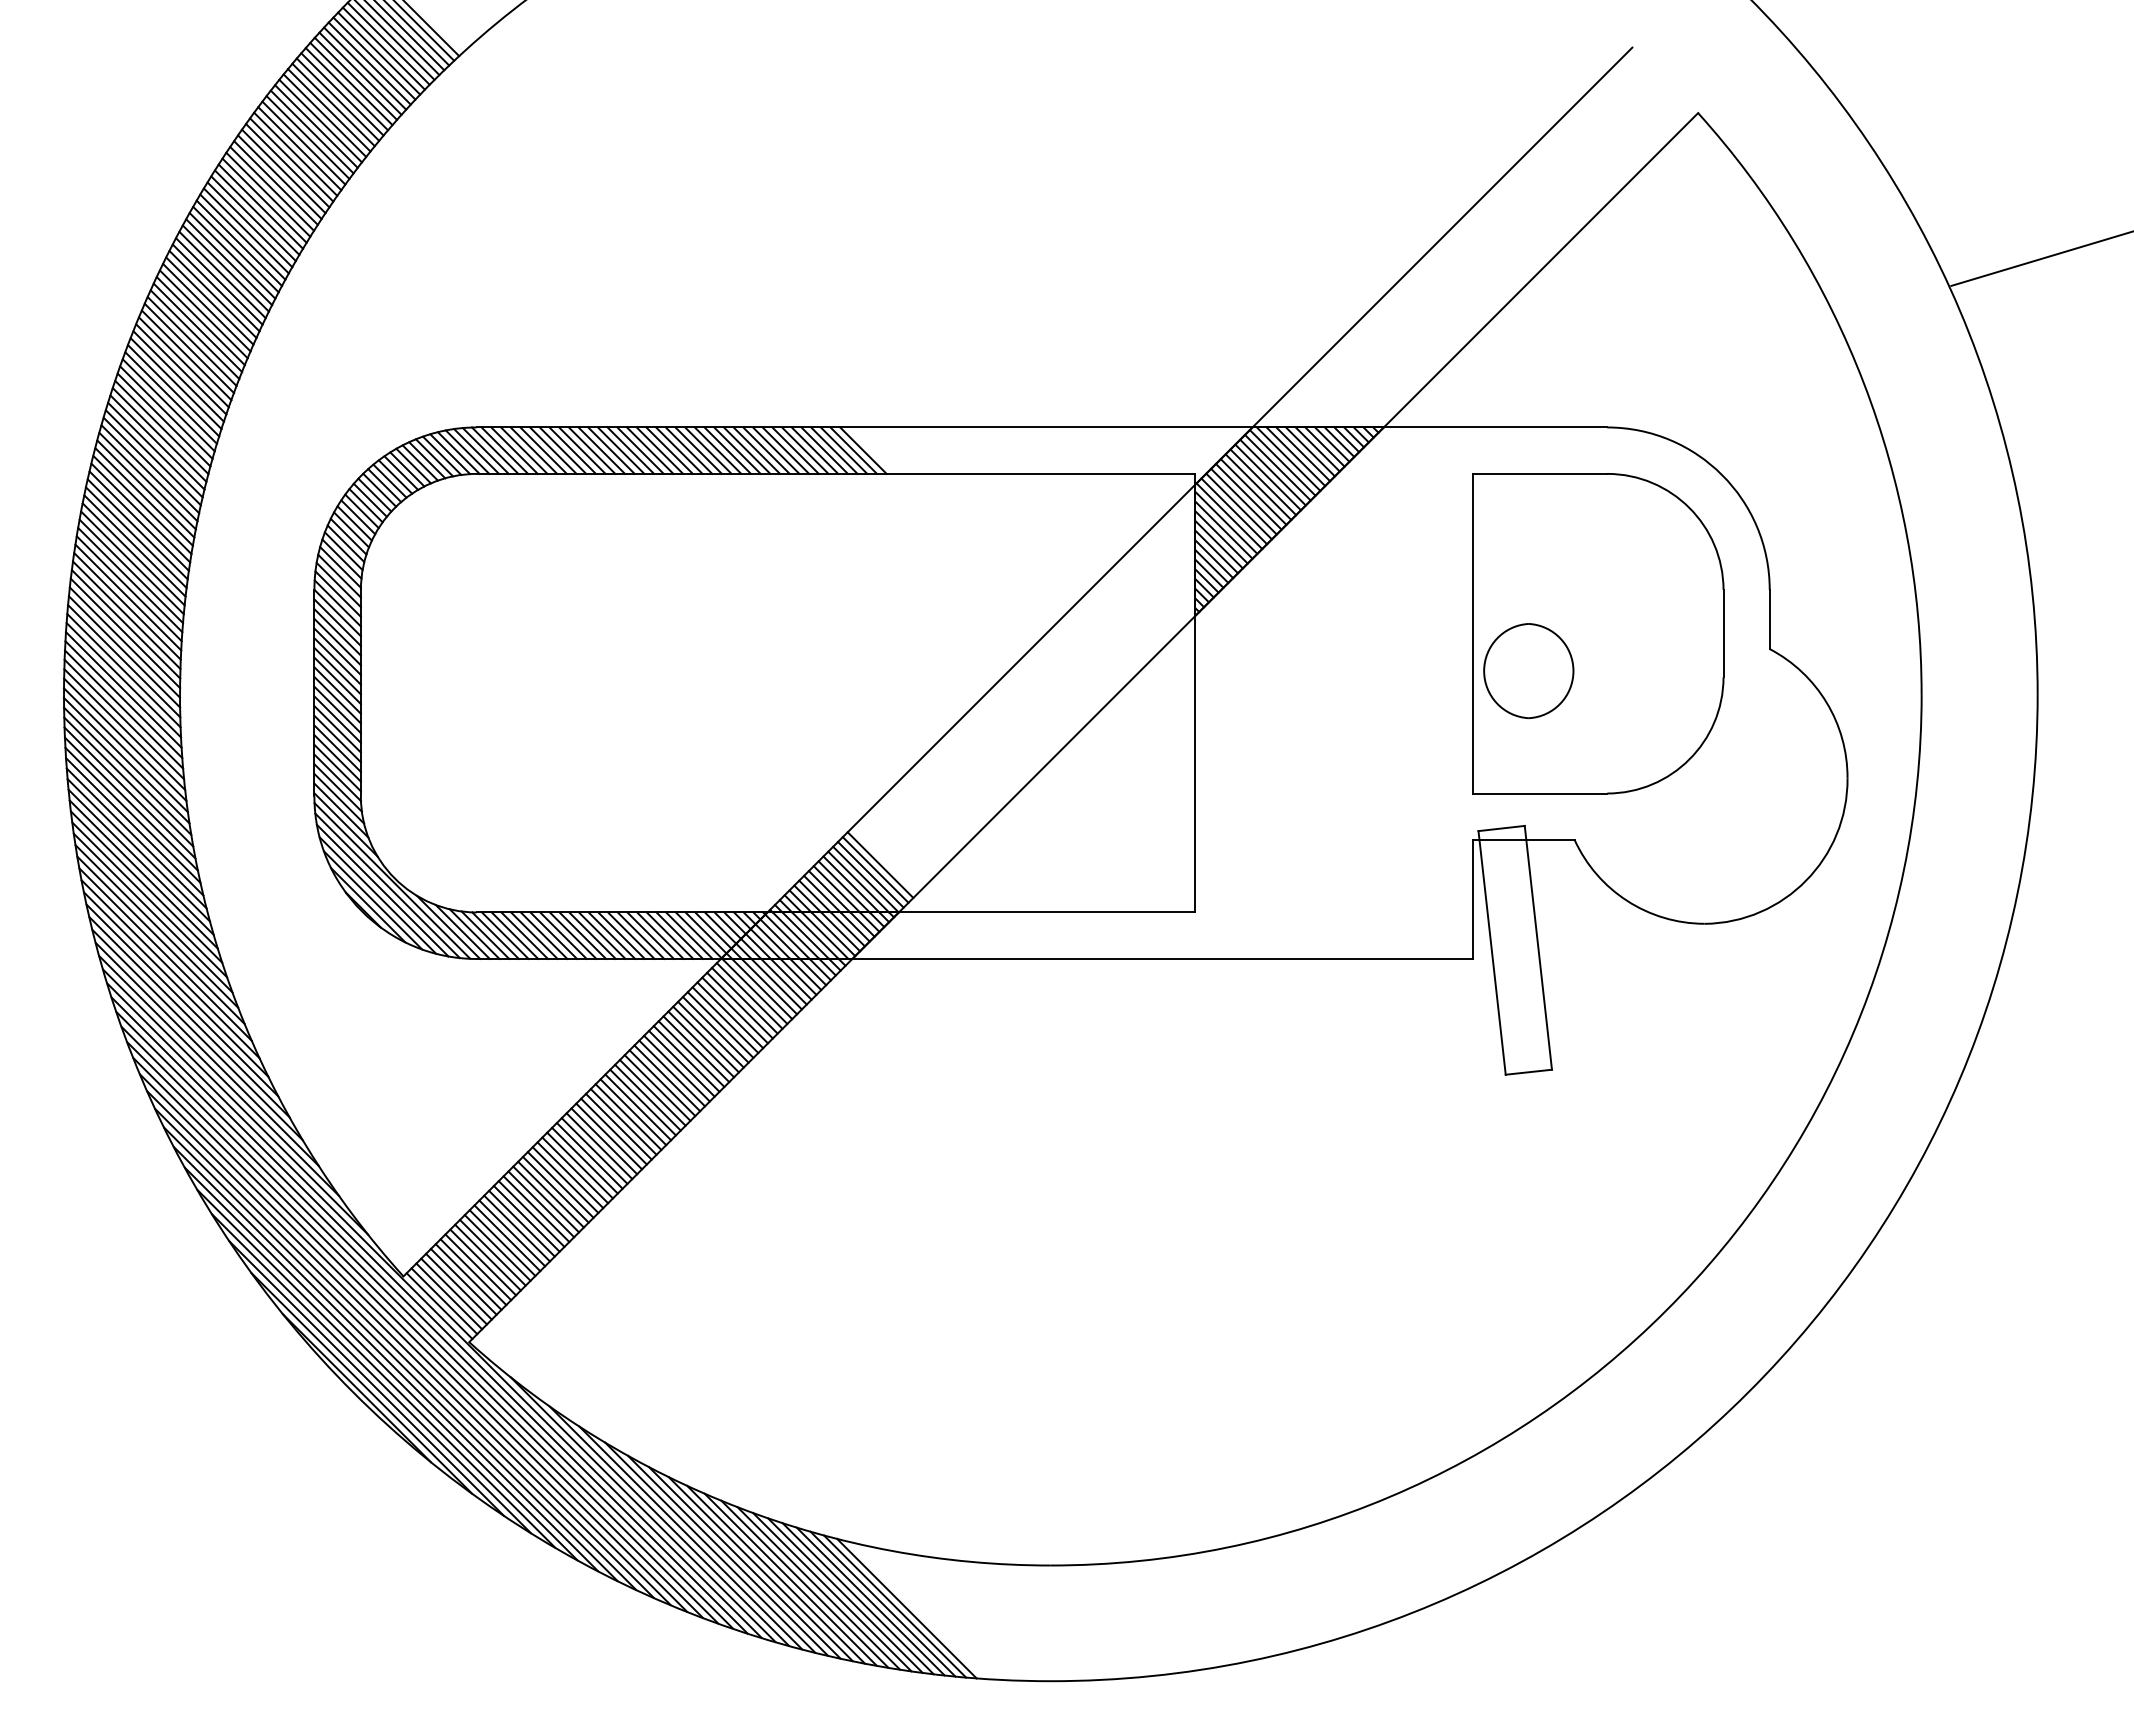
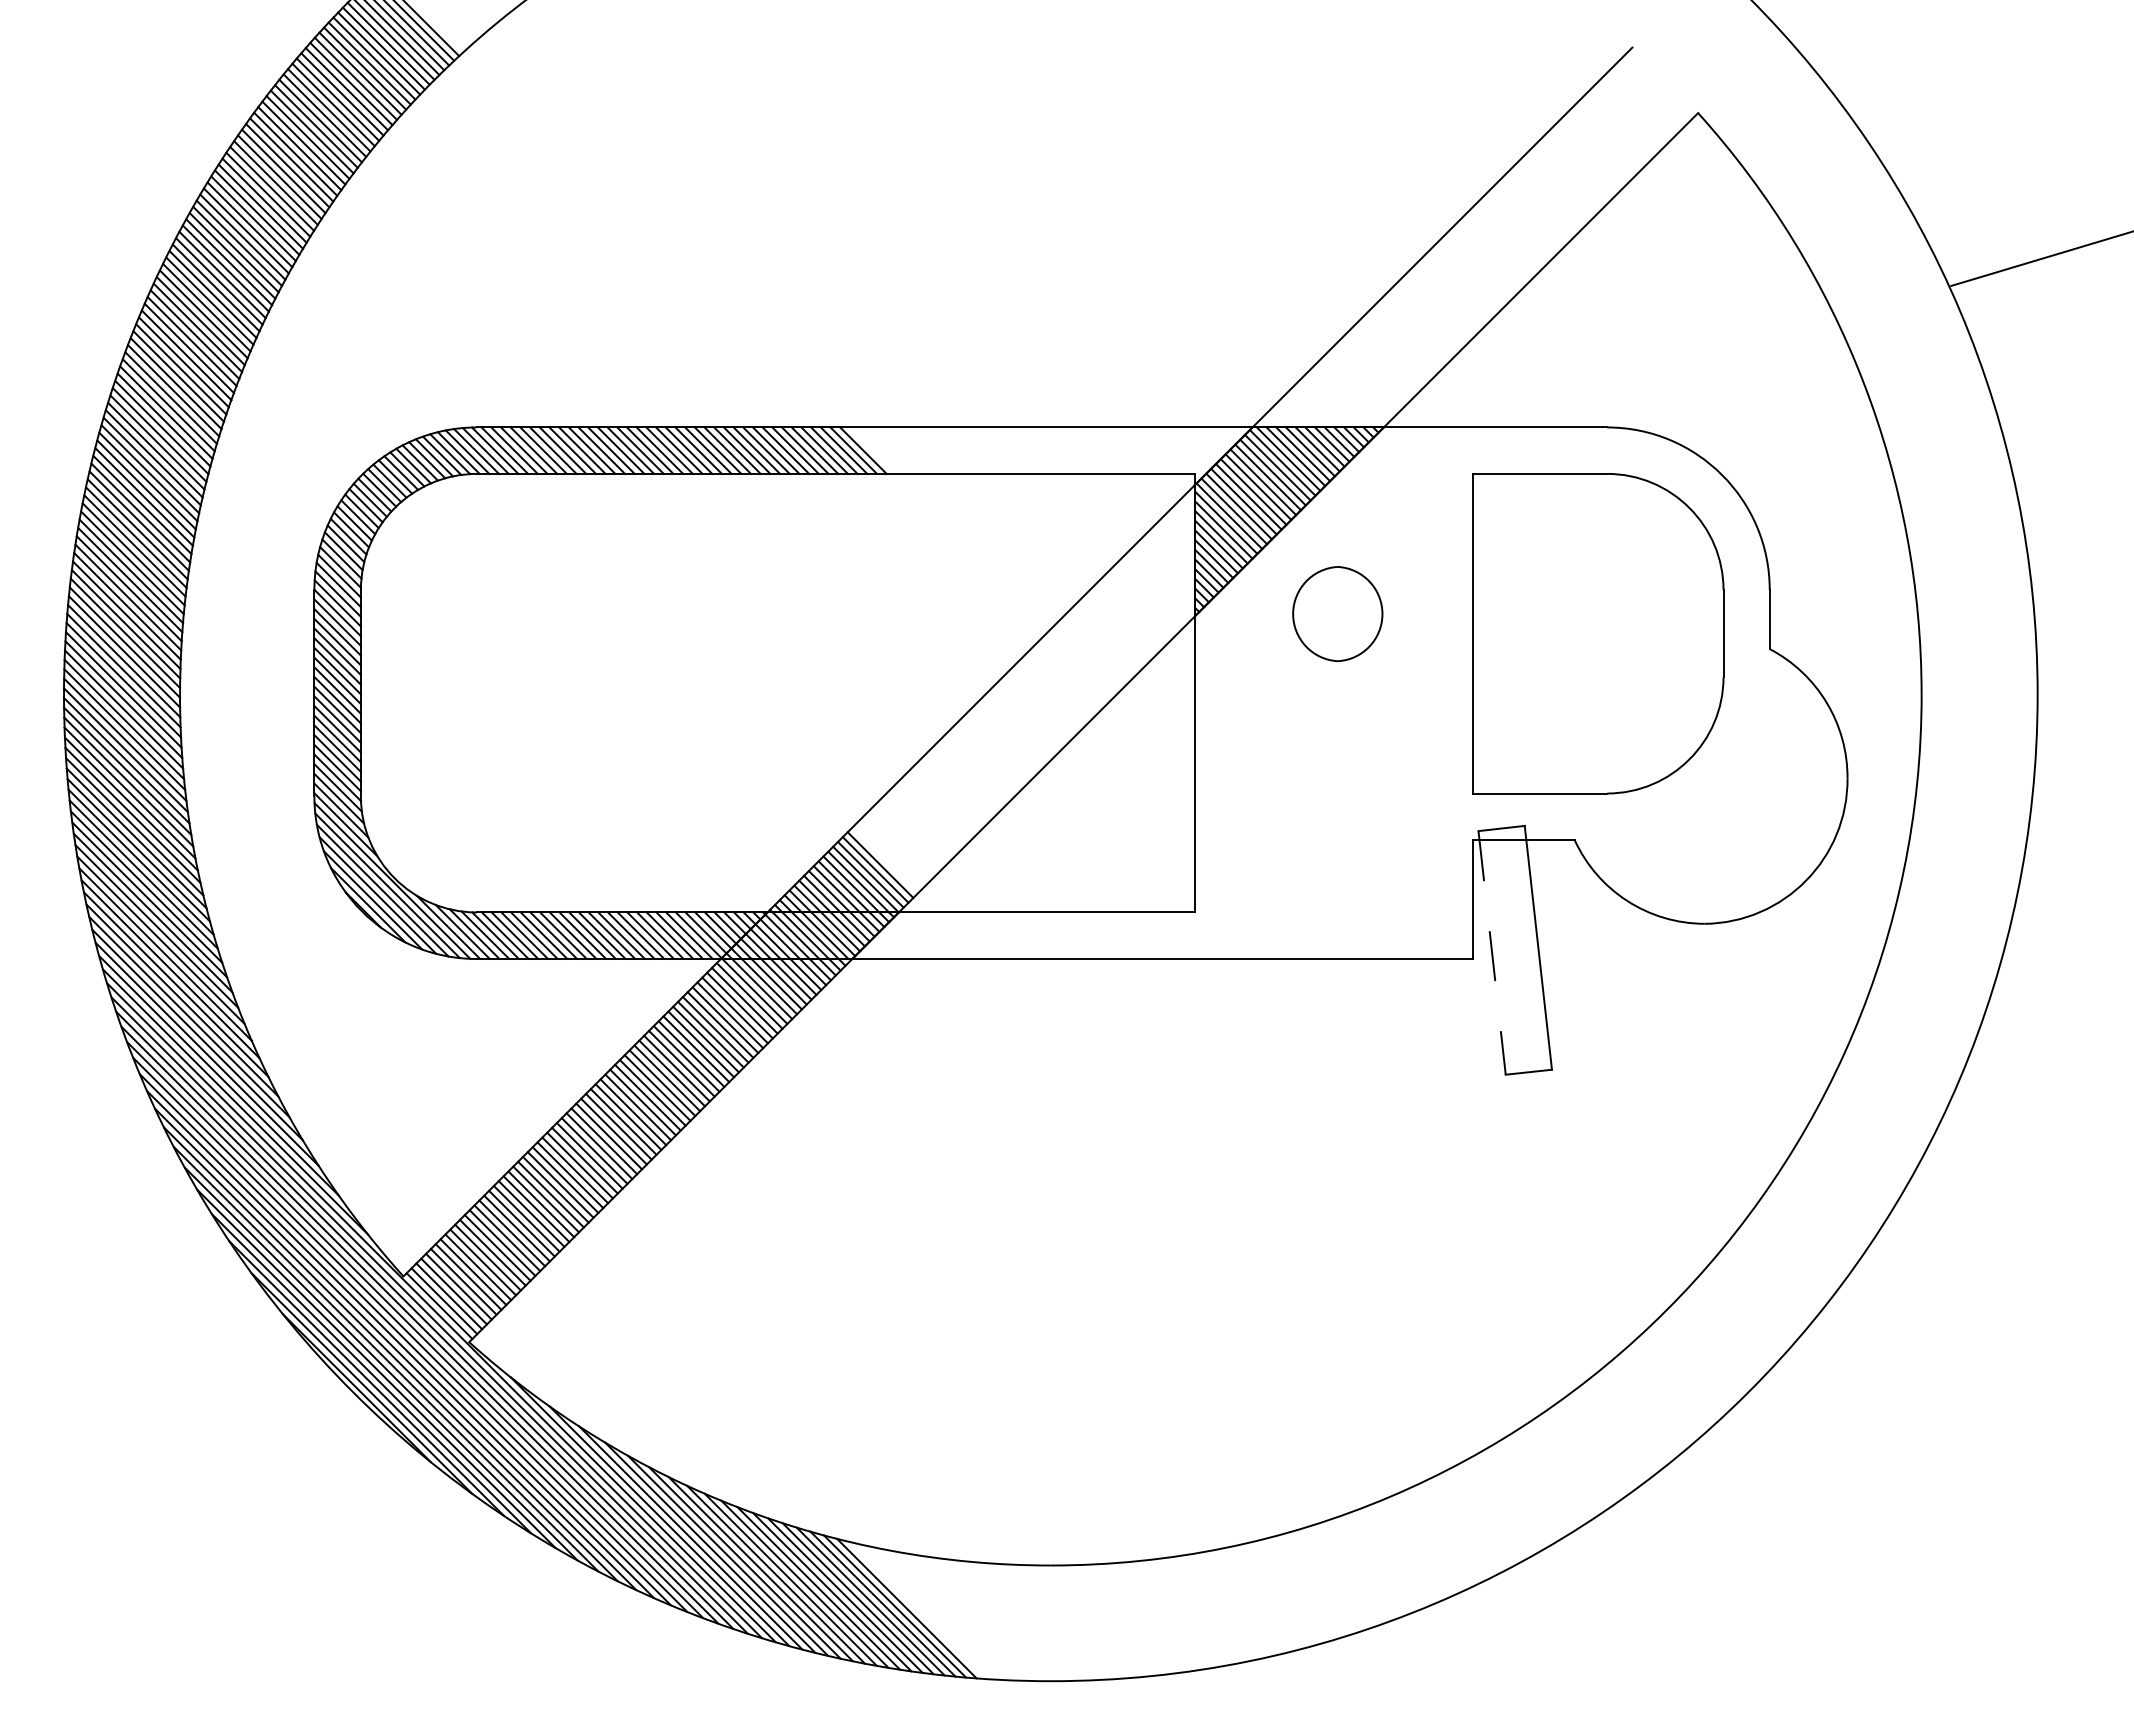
part at (1528, 671) position: (1528, 671) -> (1337, 614)
line at (1492, 952): solid -> dashed
